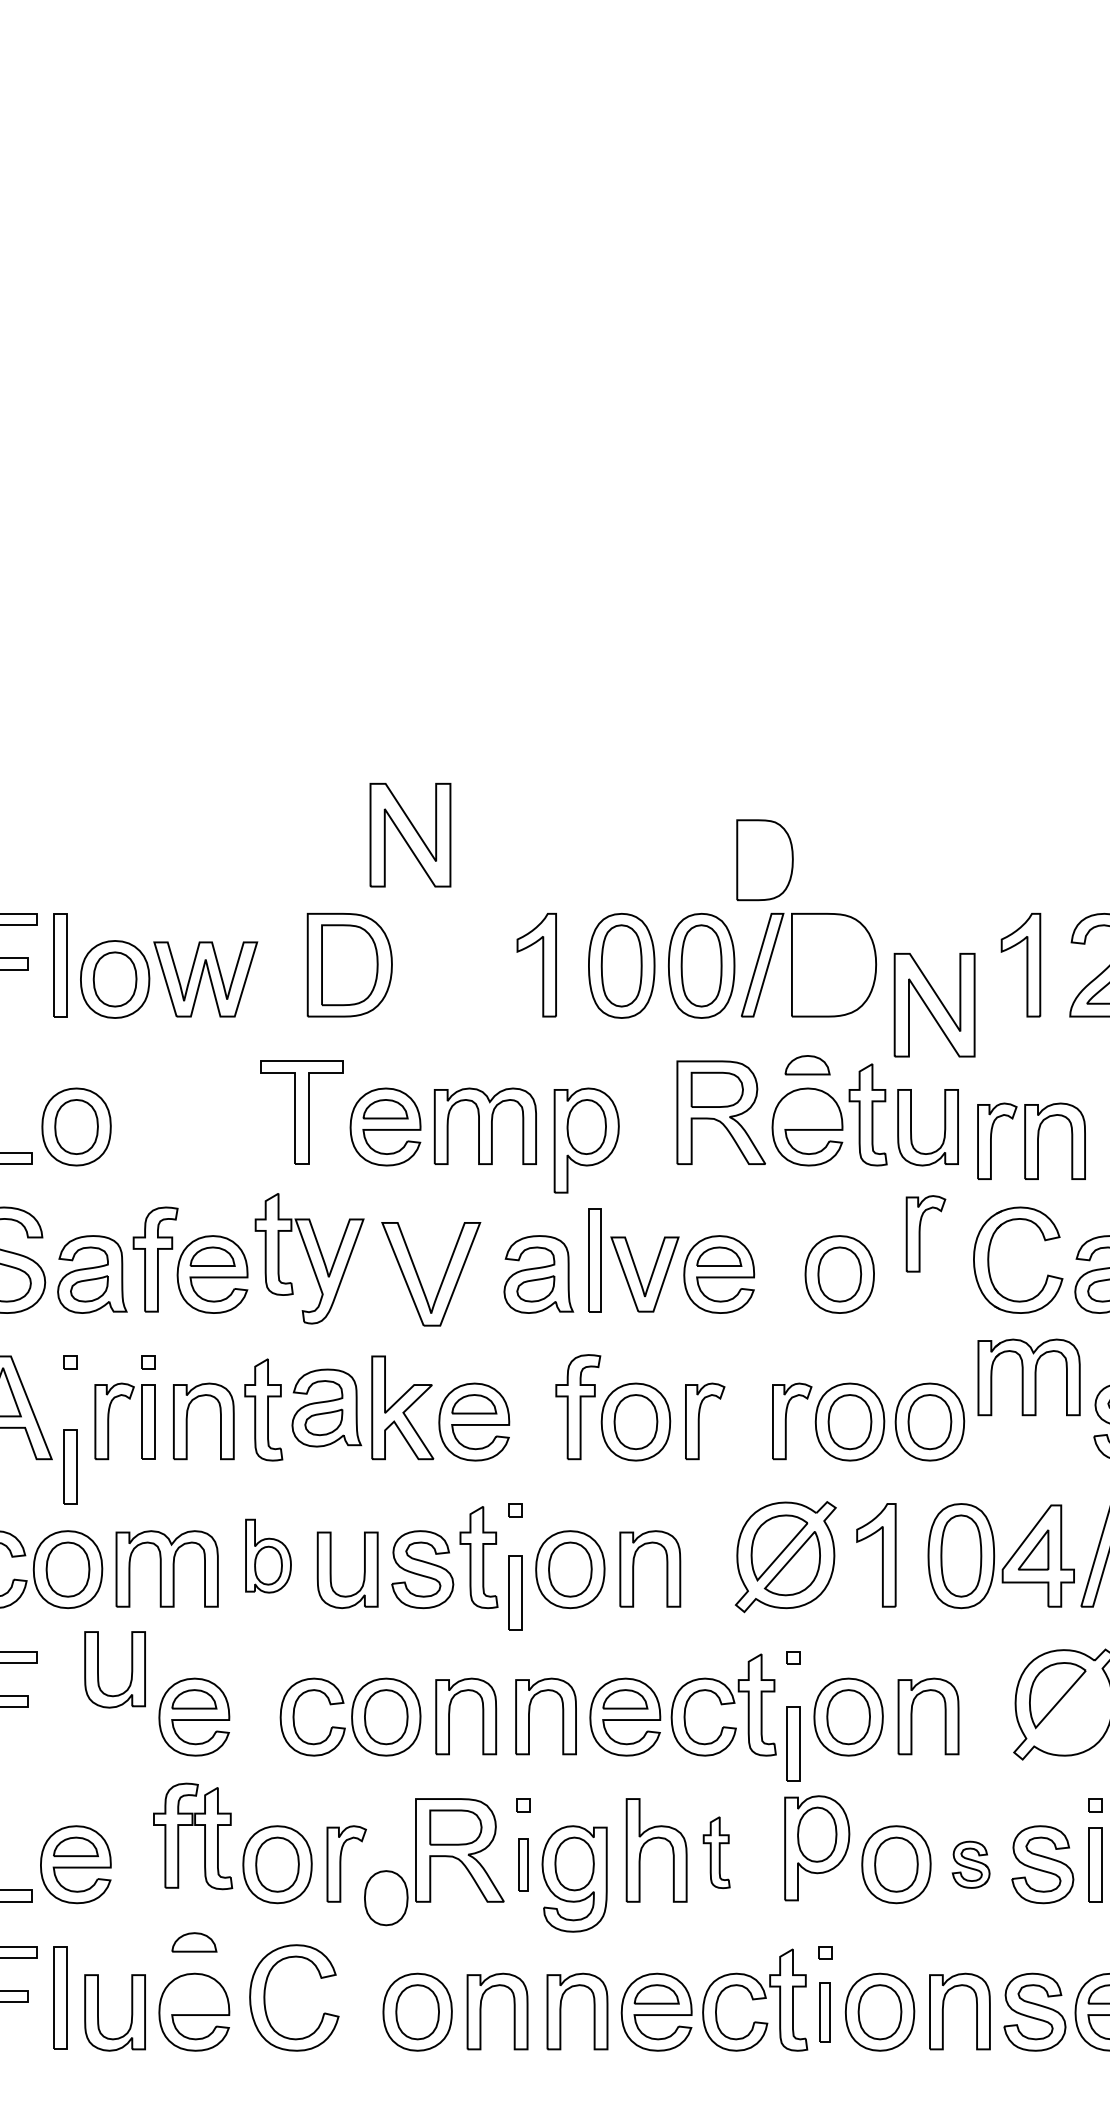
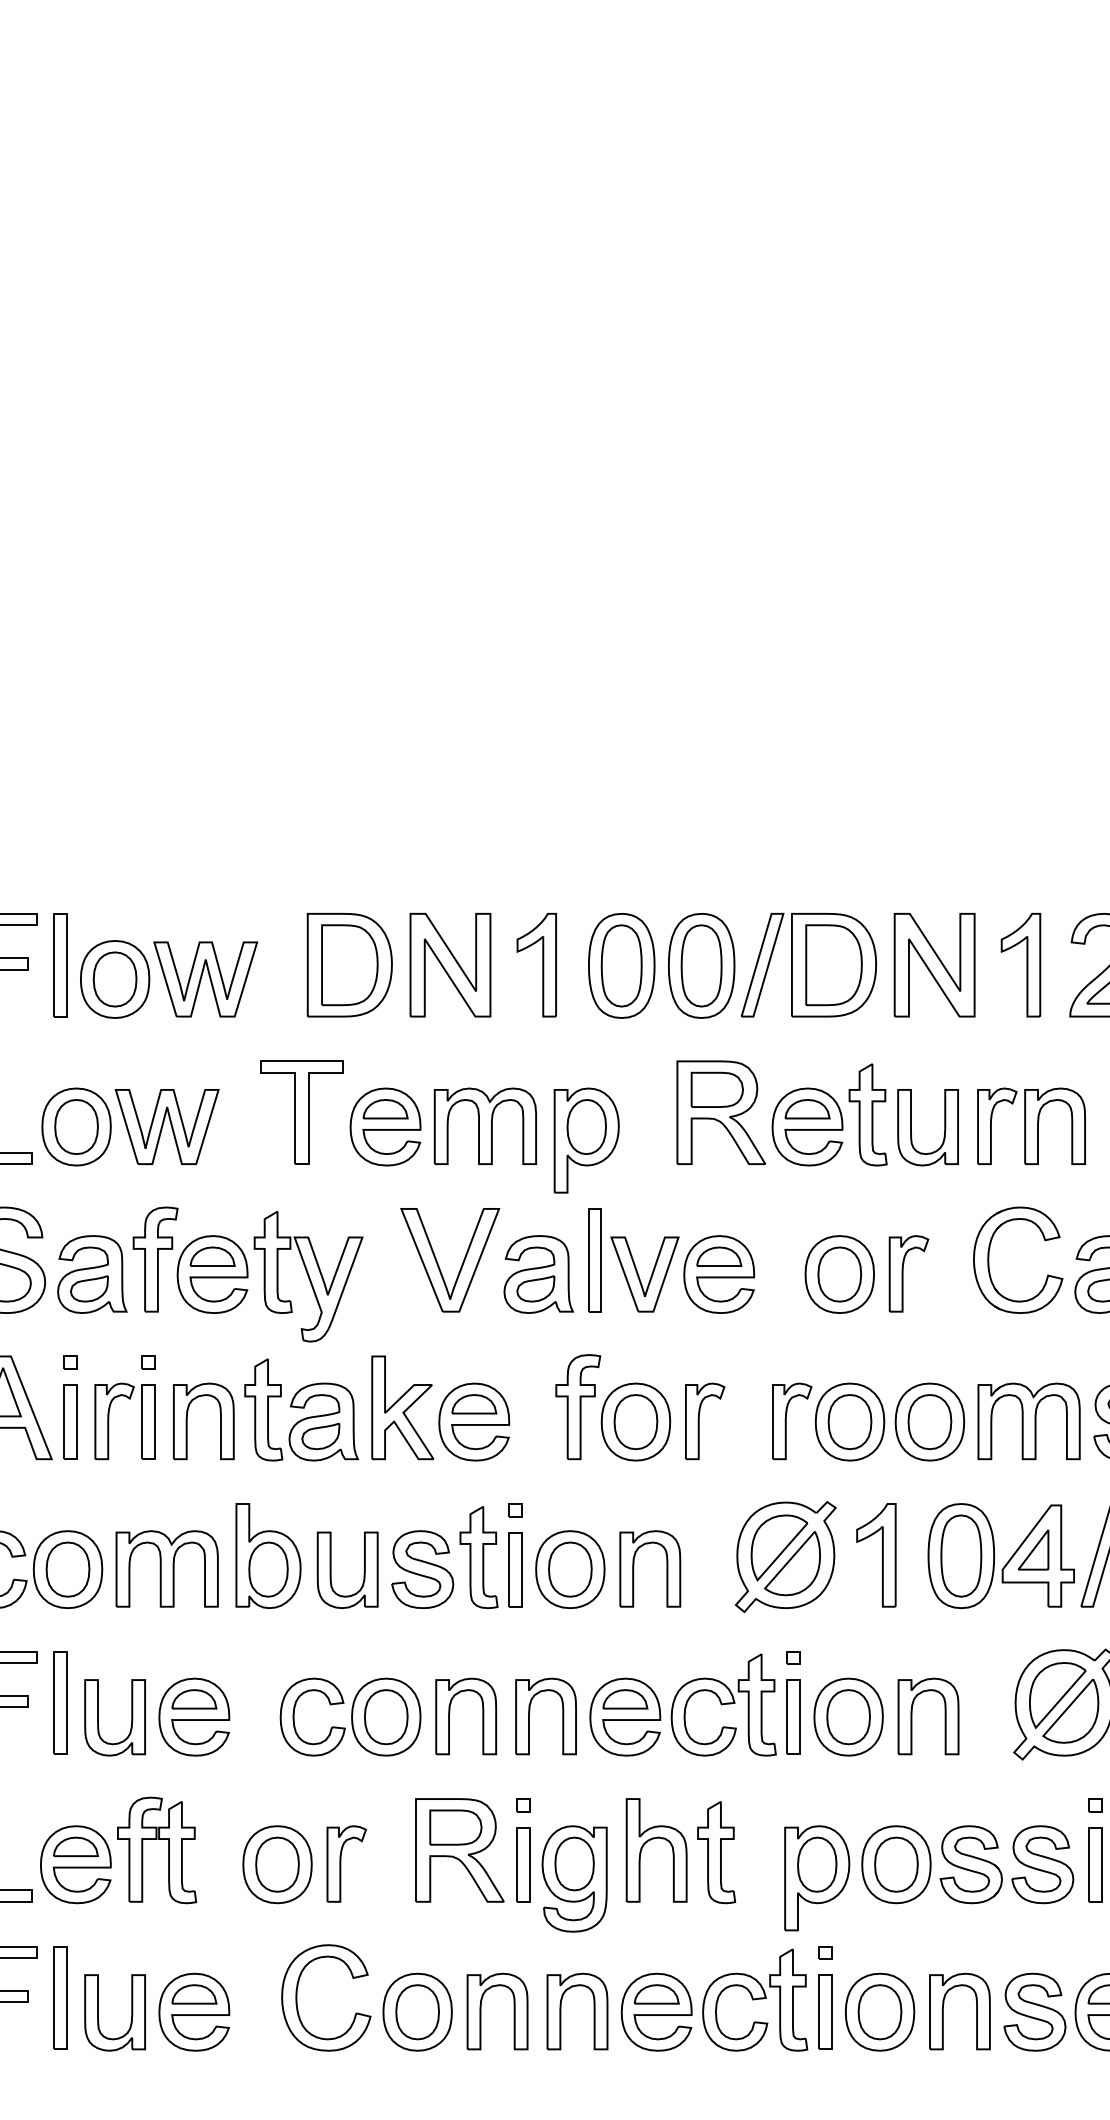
part at (410, 835) position: (410, 835) -> (450, 965)
part at (764, 860) position: (764, 860) -> (833, 965)
part at (934, 1005) position: (934, 1005) -> (934, 965)
part at (807, 1065) position: (807, 1065) -> (807, 1109)
part at (166, 1126): none -> present
part at (1031, 1140) position: (1031, 1140) -> (1031, 1125)
part at (925, 1233) position: (925, 1233) -> (908, 1273)
part at (309, 1258) position: (309, 1258) -> (308, 1276)
part at (442, 1278) position: (442, 1278) -> (461, 1264)
part at (1028, 1377) position: (1028, 1377) -> (1028, 1421)
part at (326, 1407) position: (326, 1407) -> (323, 1421)
part at (70, 1466) position: (70, 1466) -> (70, 1421)
part at (268, 1555) size: 47x76 px -> 67x107 px
part at (515, 1592) position: (515, 1592) -> (515, 1569)
part at (98, 1669) position: (98, 1669) -> (98, 1717)
part at (60, 1702): none -> present
part at (1070, 1710): none -> present
part at (793, 1743) position: (793, 1743) -> (793, 1716)
part at (193, 1825) position: (193, 1825) -> (157, 1839)
part at (817, 1848) position: (817, 1848) -> (817, 1878)
part at (716, 1852) size: 29x73 px -> 40x104 px
part at (523, 1864) size: 11x54 px -> 15x76 px
part at (970, 1864) size: 40x49 px -> 64x80 px
part at (386, 1898): present -> none
part at (194, 1942) position: (194, 1942) -> (194, 1994)
part at (265, 1997) position: (265, 1997) -> (297, 1997)
part at (824, 2012) size: 12x61 px -> 15x76 px
